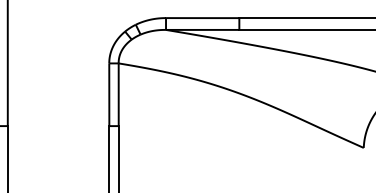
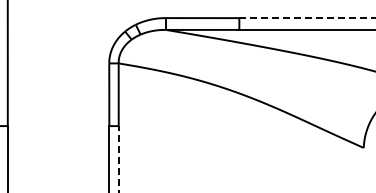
line at (307, 18): solid -> dashed
line at (118, 159): solid -> dashed
